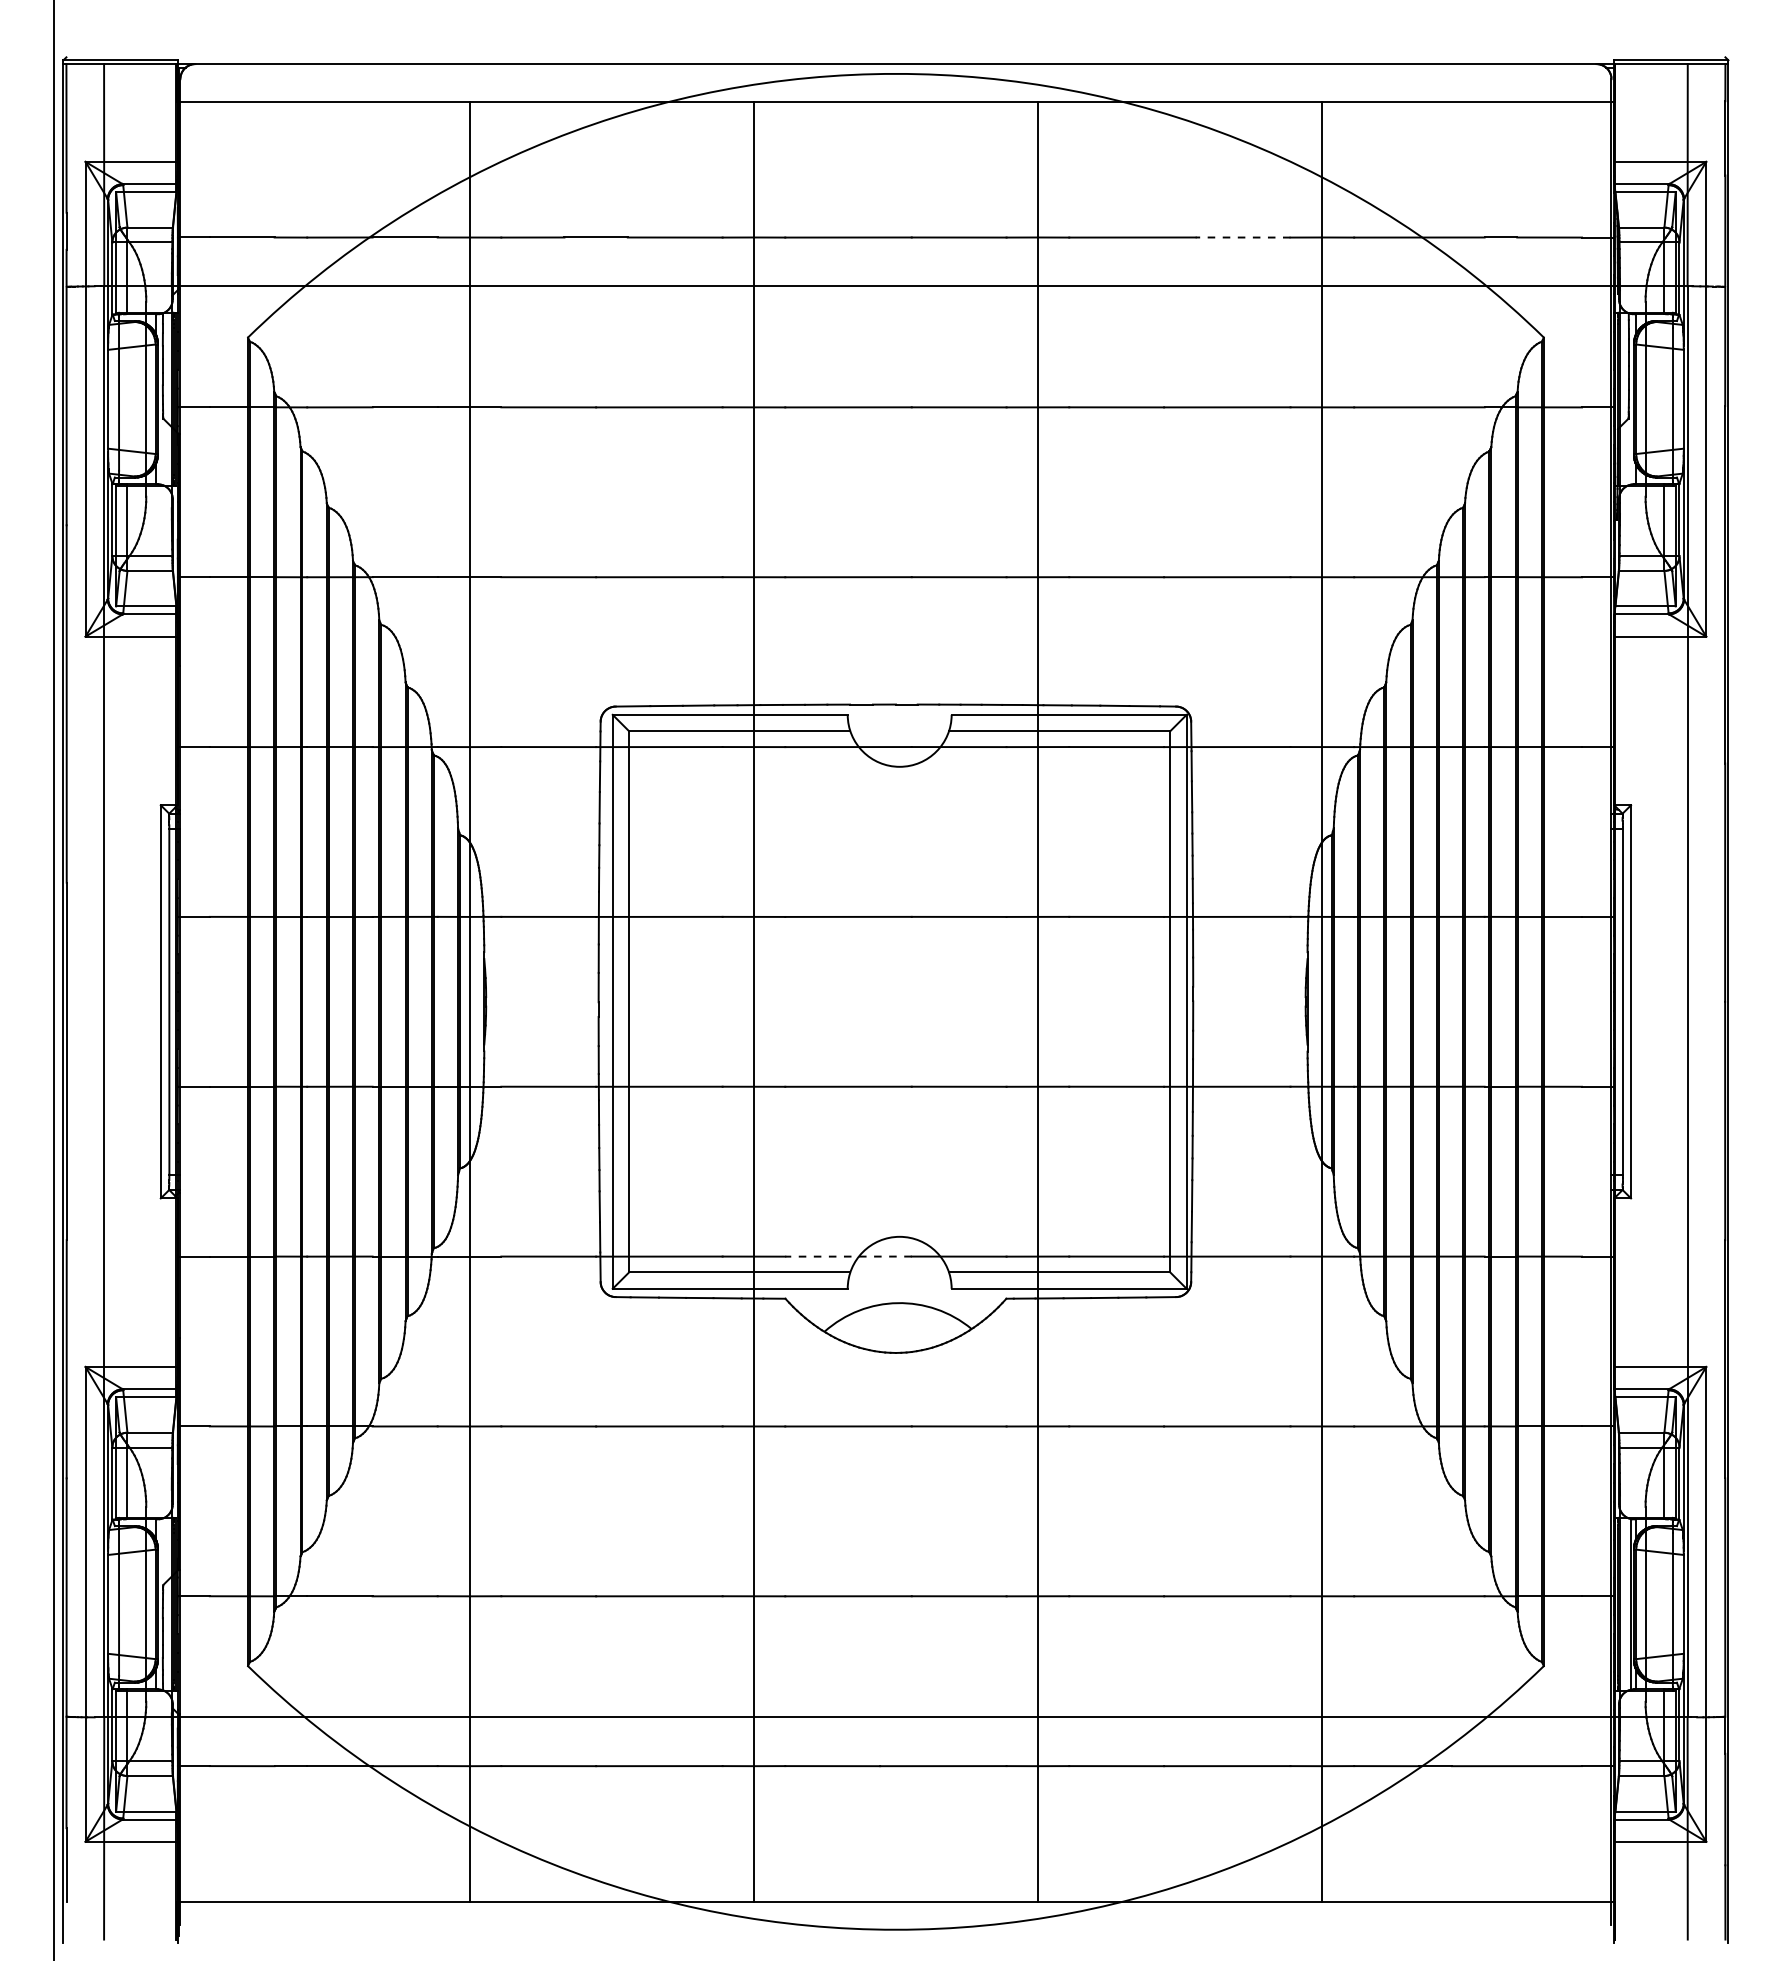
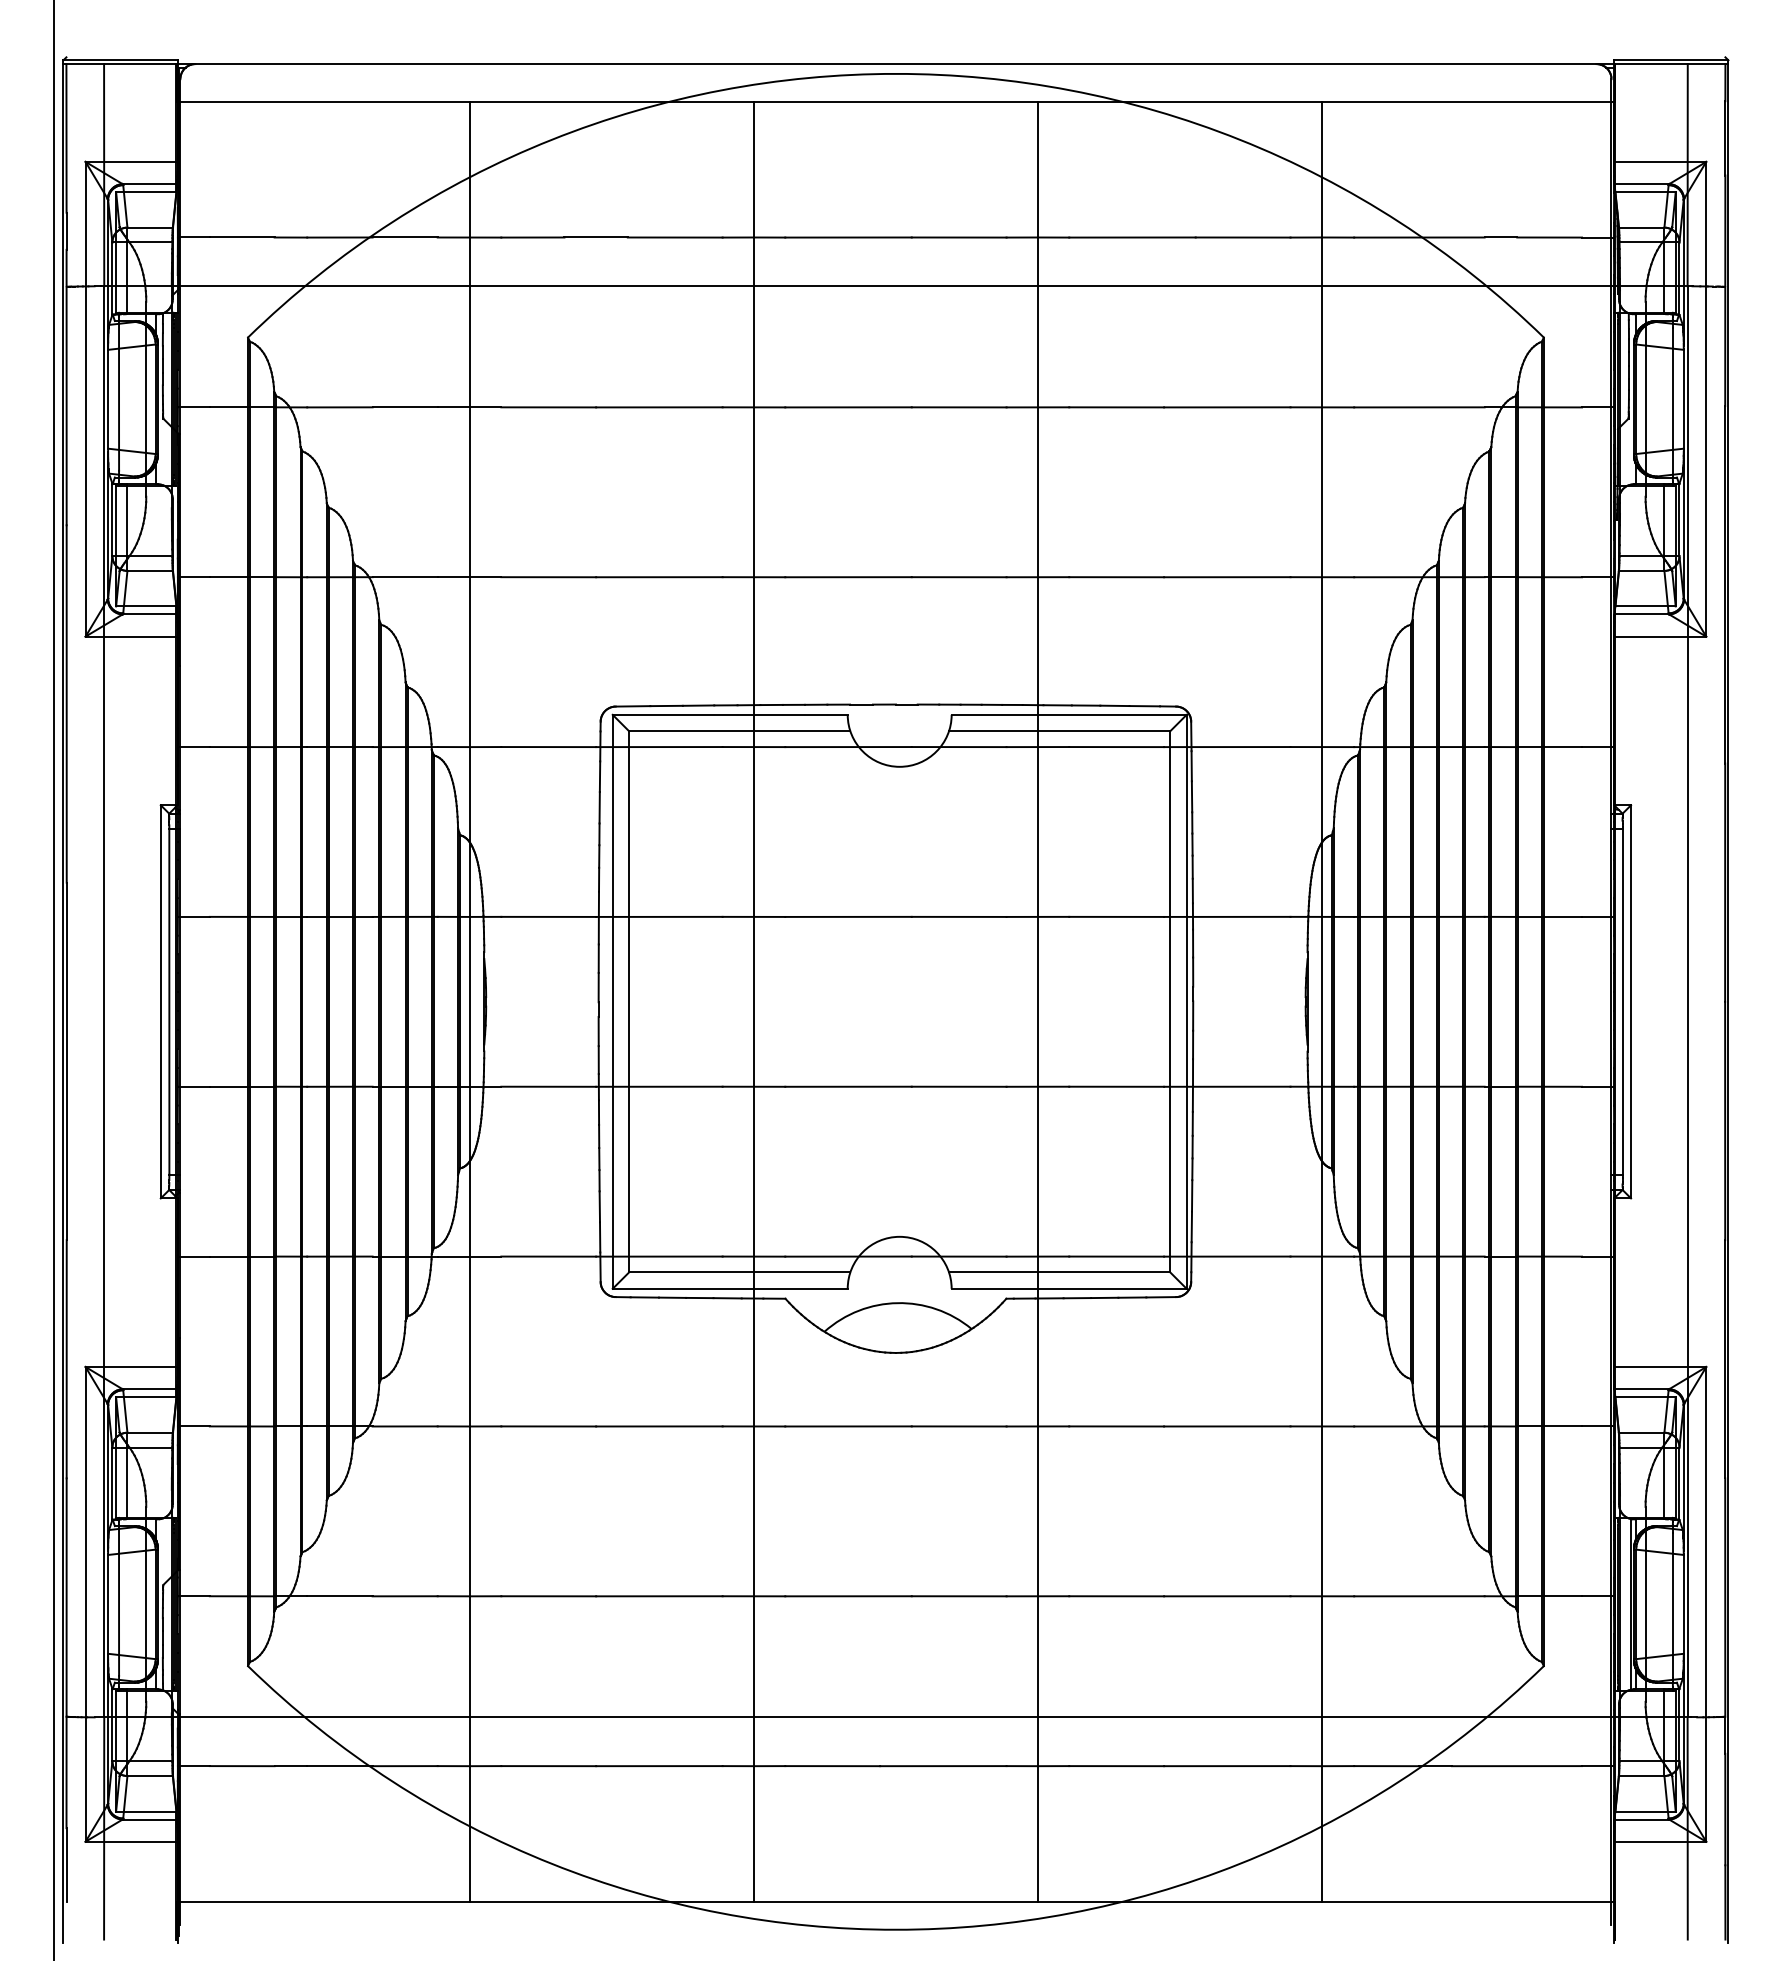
line at (1242, 237): dashed -> solid
line at (848, 1256): dashed -> solid
